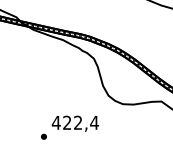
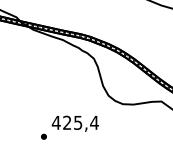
text at (78, 122): 422,4 -> 425,4
